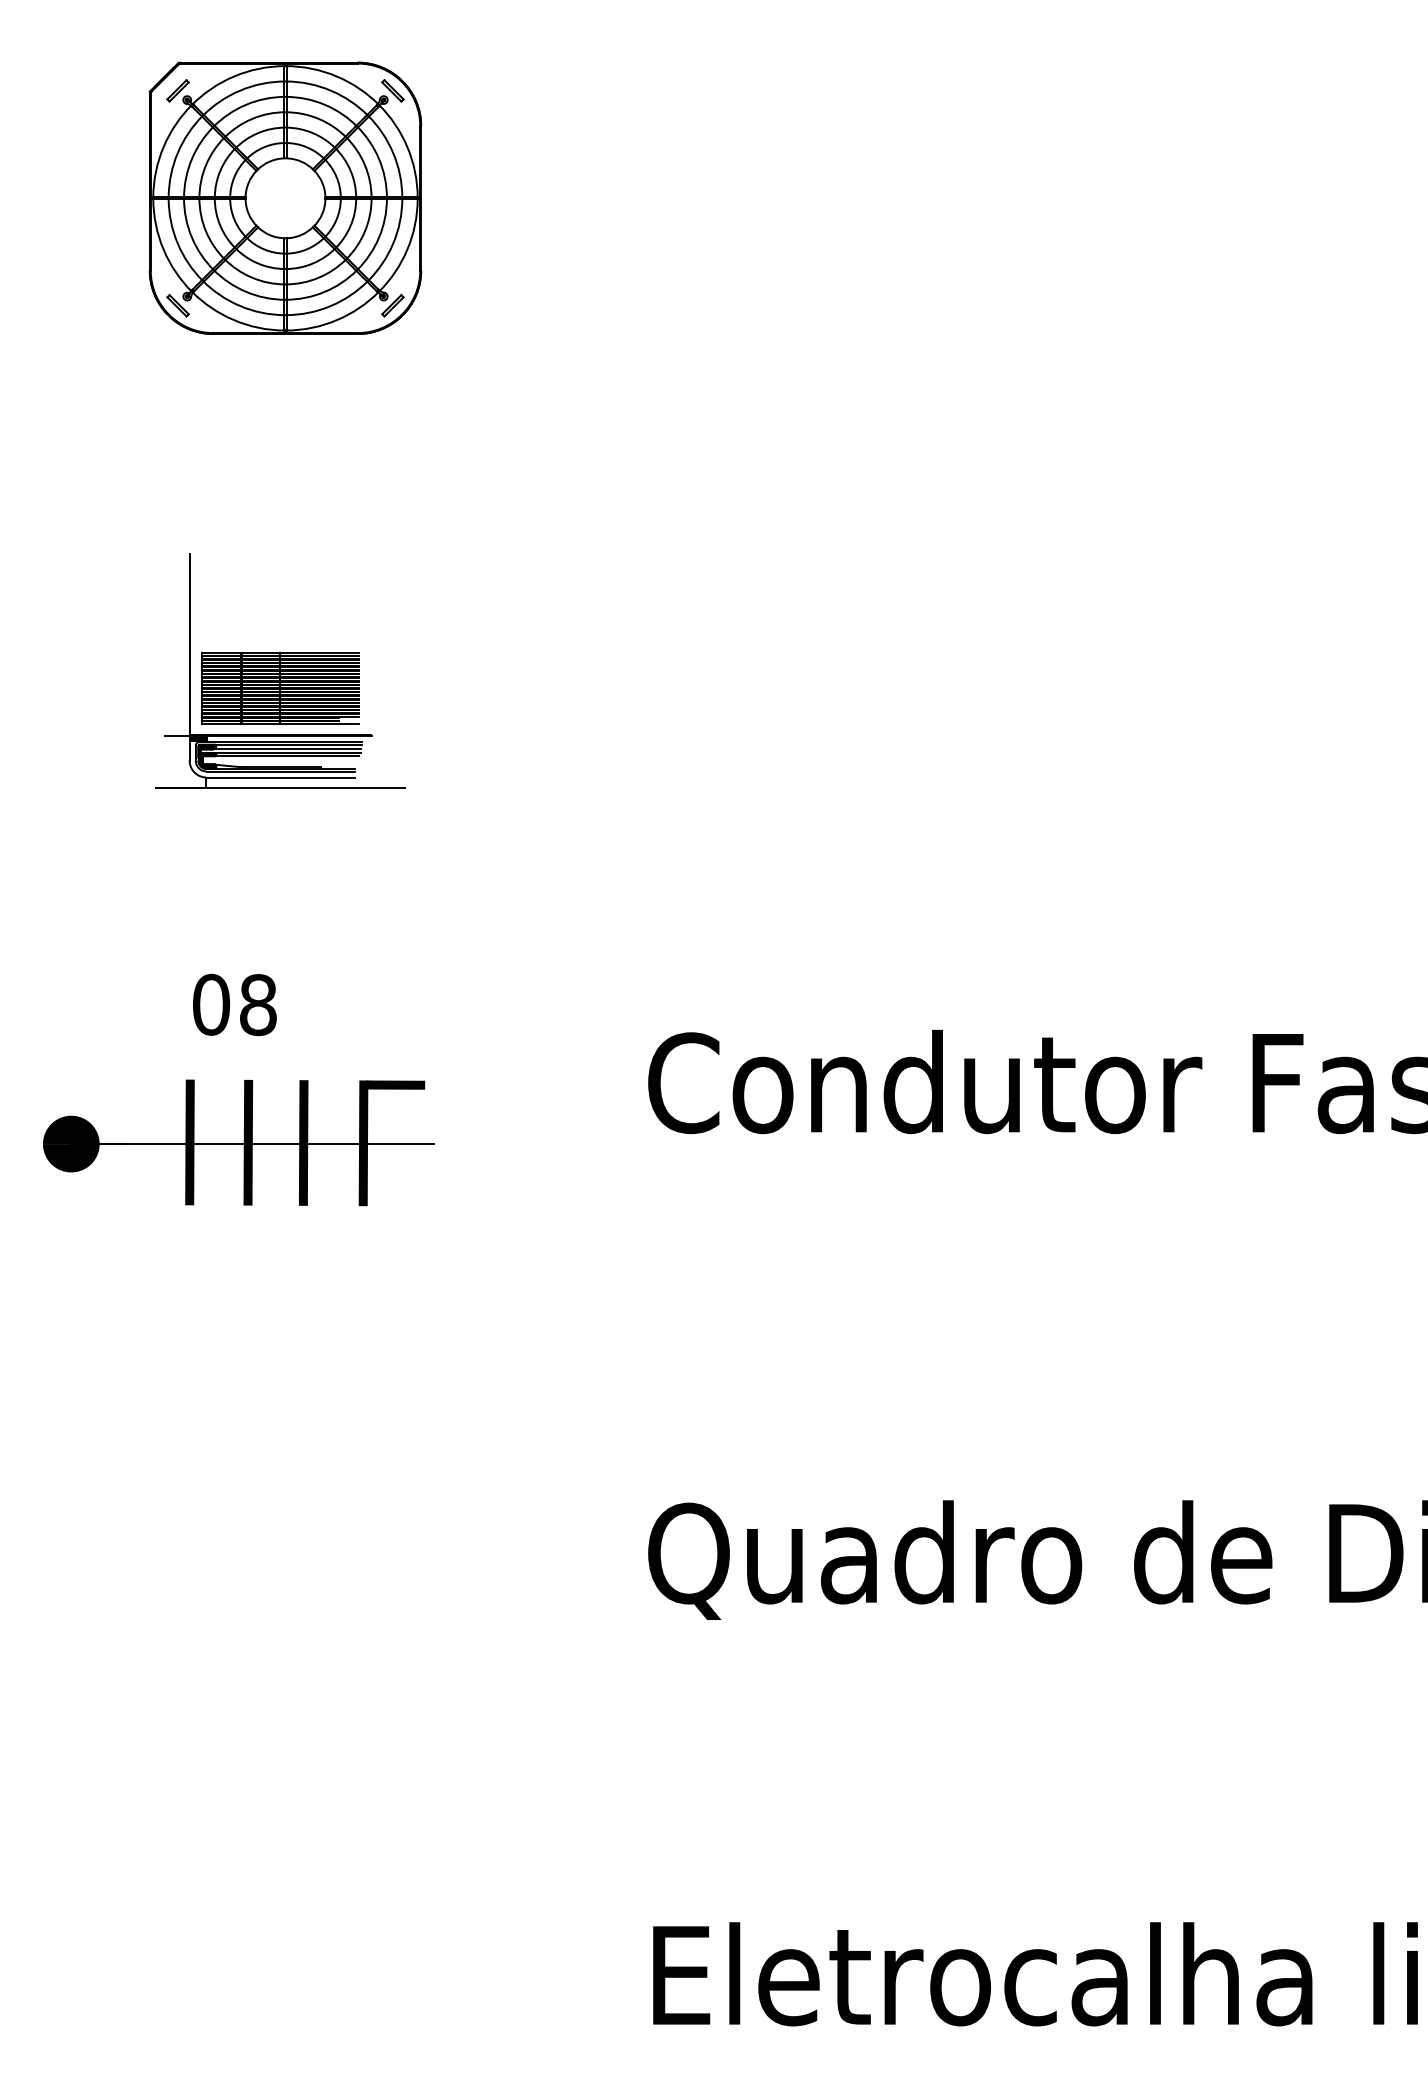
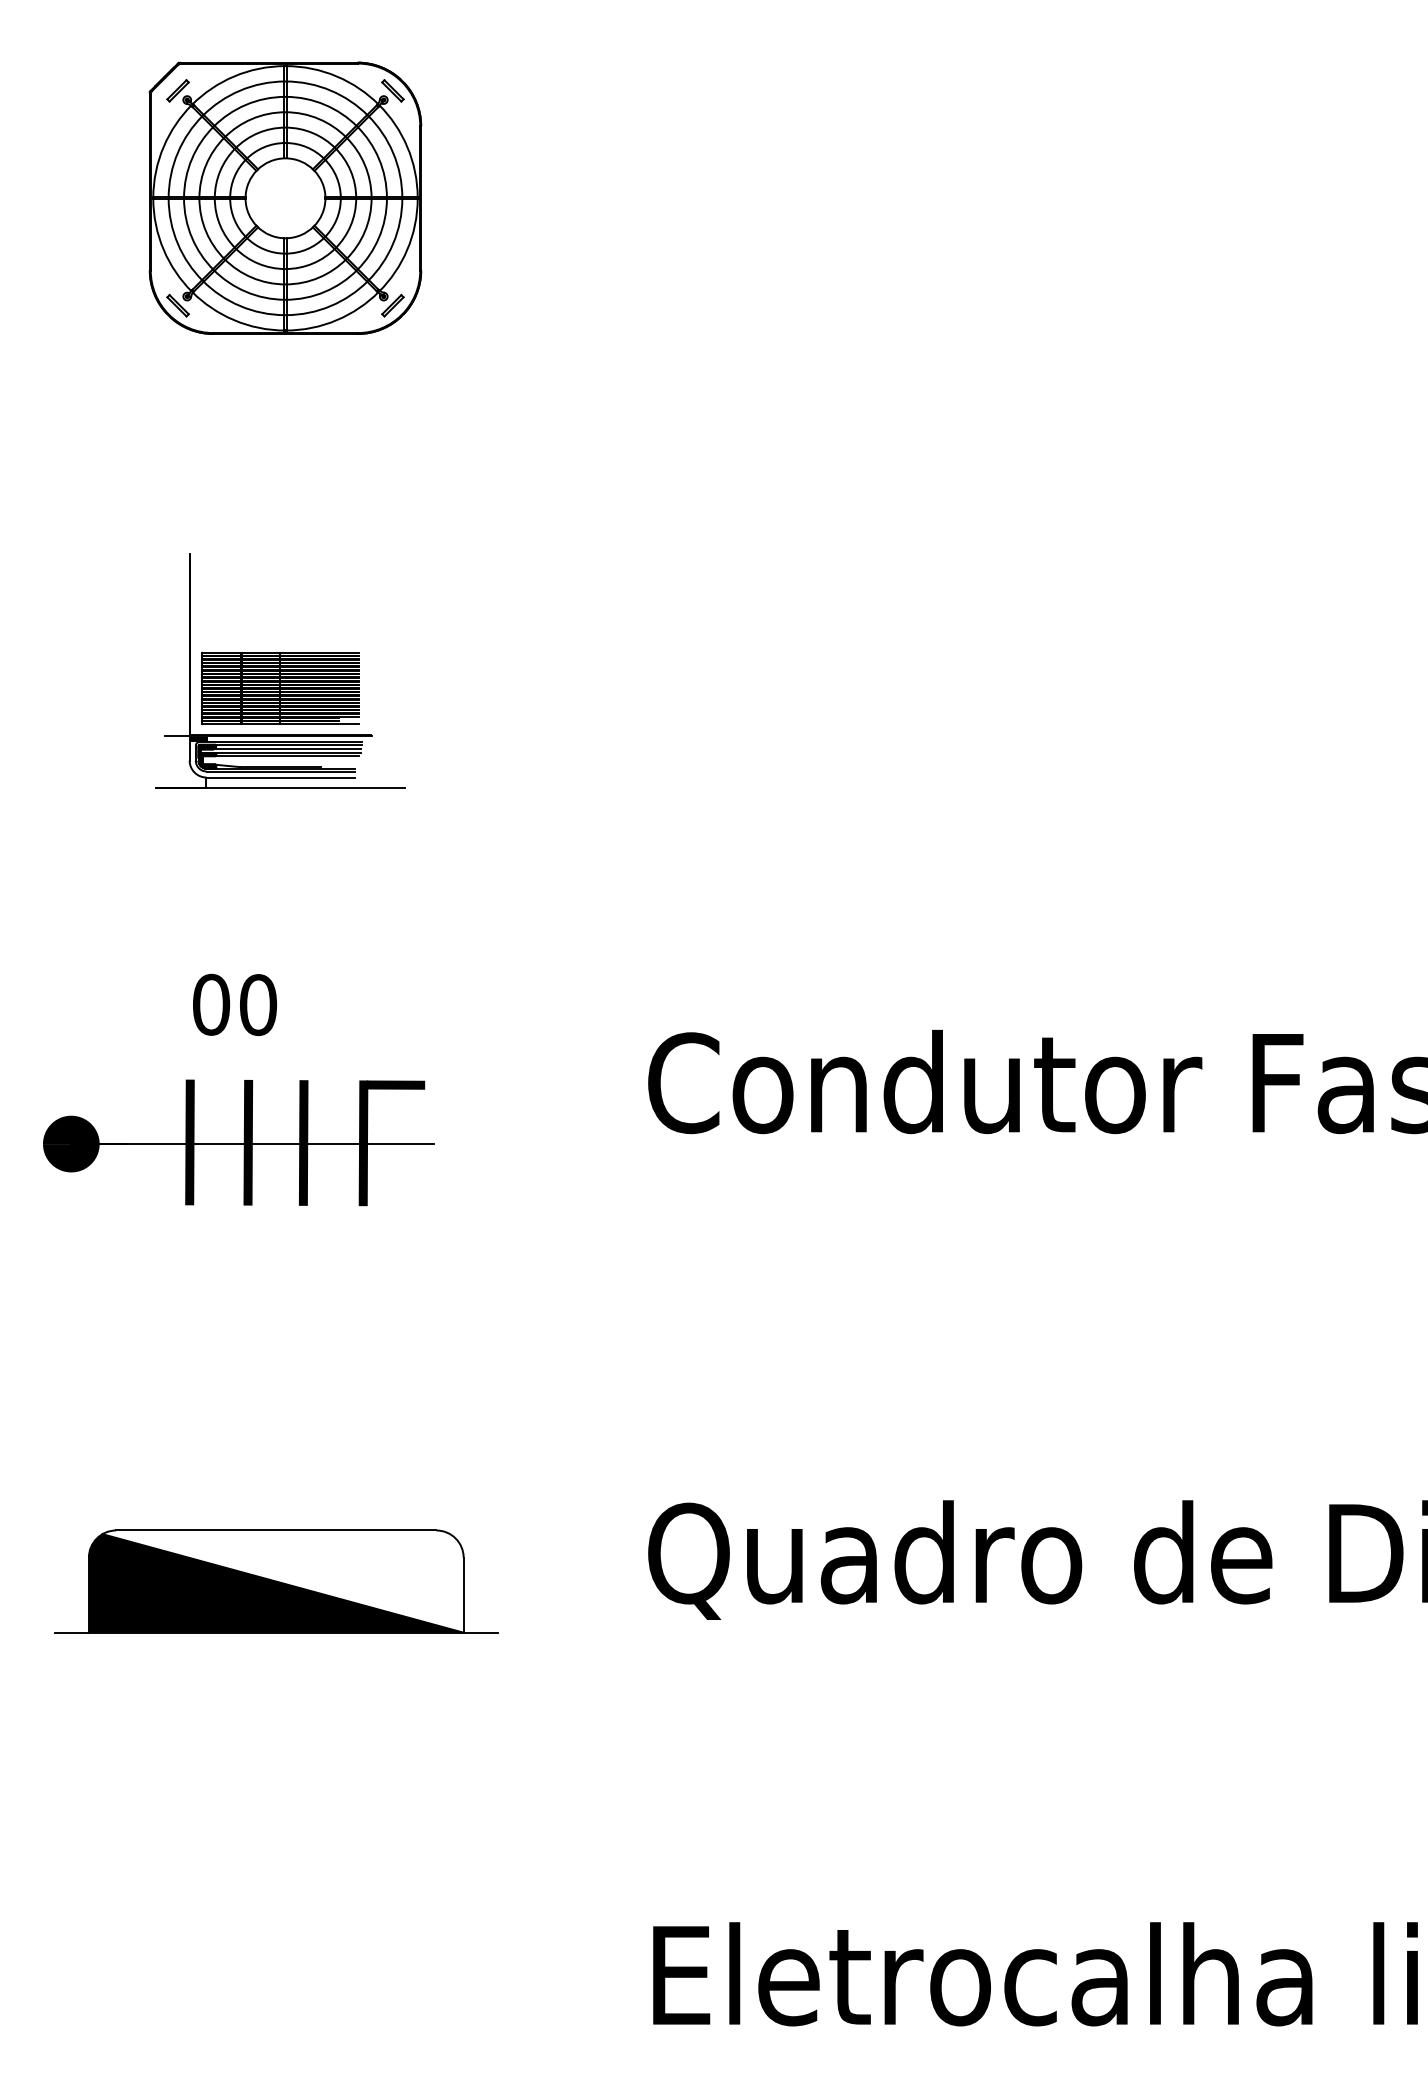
text at (258, 1004): 08 -> 00
part at (276, 1581): none -> present
